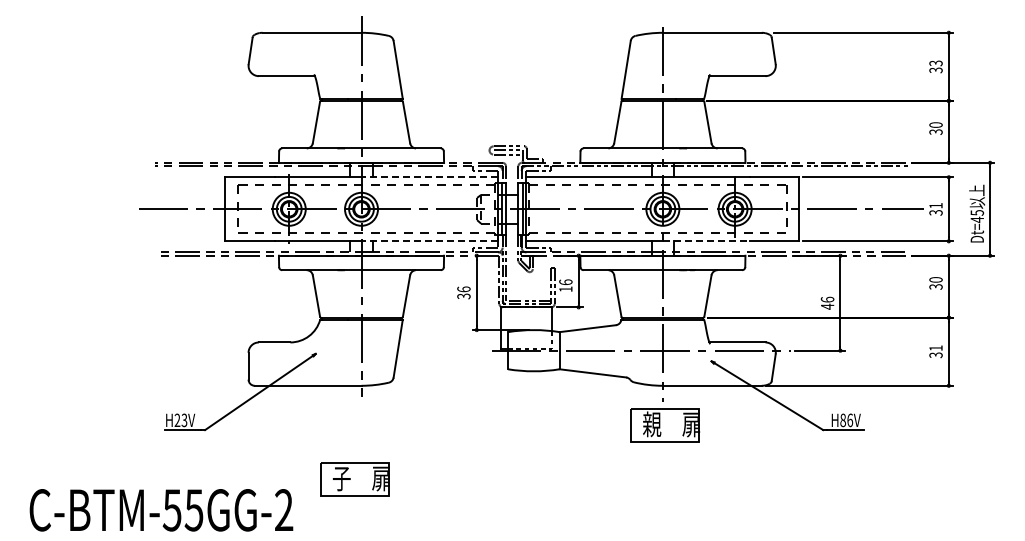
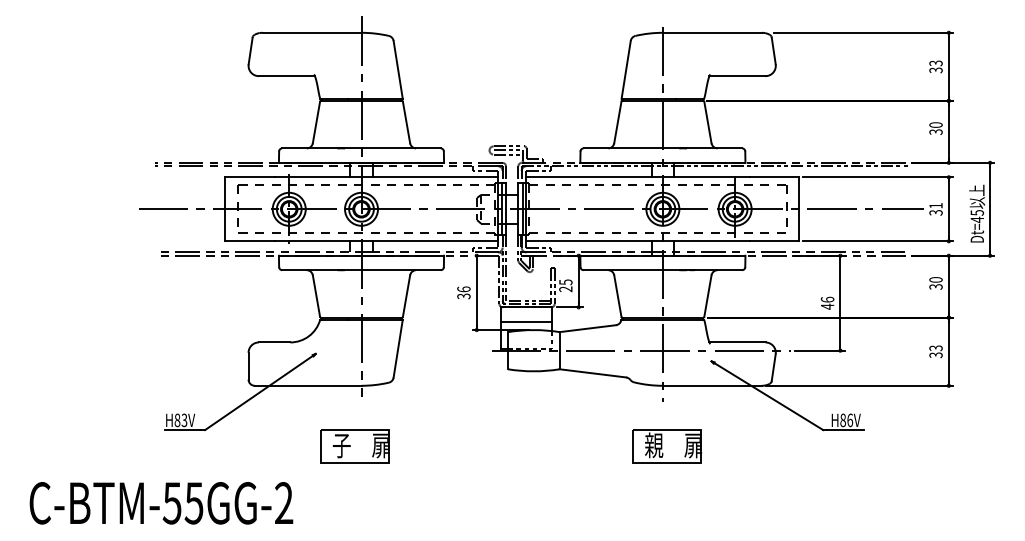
line at (429, 177): dashed -> solid
line at (429, 241): dashed -> solid
line at (706, 241): dashed -> solid
text at (565, 285): 16 -> 25
line at (526, 321): none -> present
text at (935, 348): 31 -> 33
text at (177, 420): H23V -> H83V
part at (665, 425) position: (665, 425) -> (667, 446)
part at (354, 479) position: (354, 479) -> (354, 446)
text at (161, 510) position: (161, 510) -> (161, 503)
